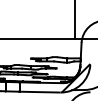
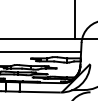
line at (41, 51): none -> present
